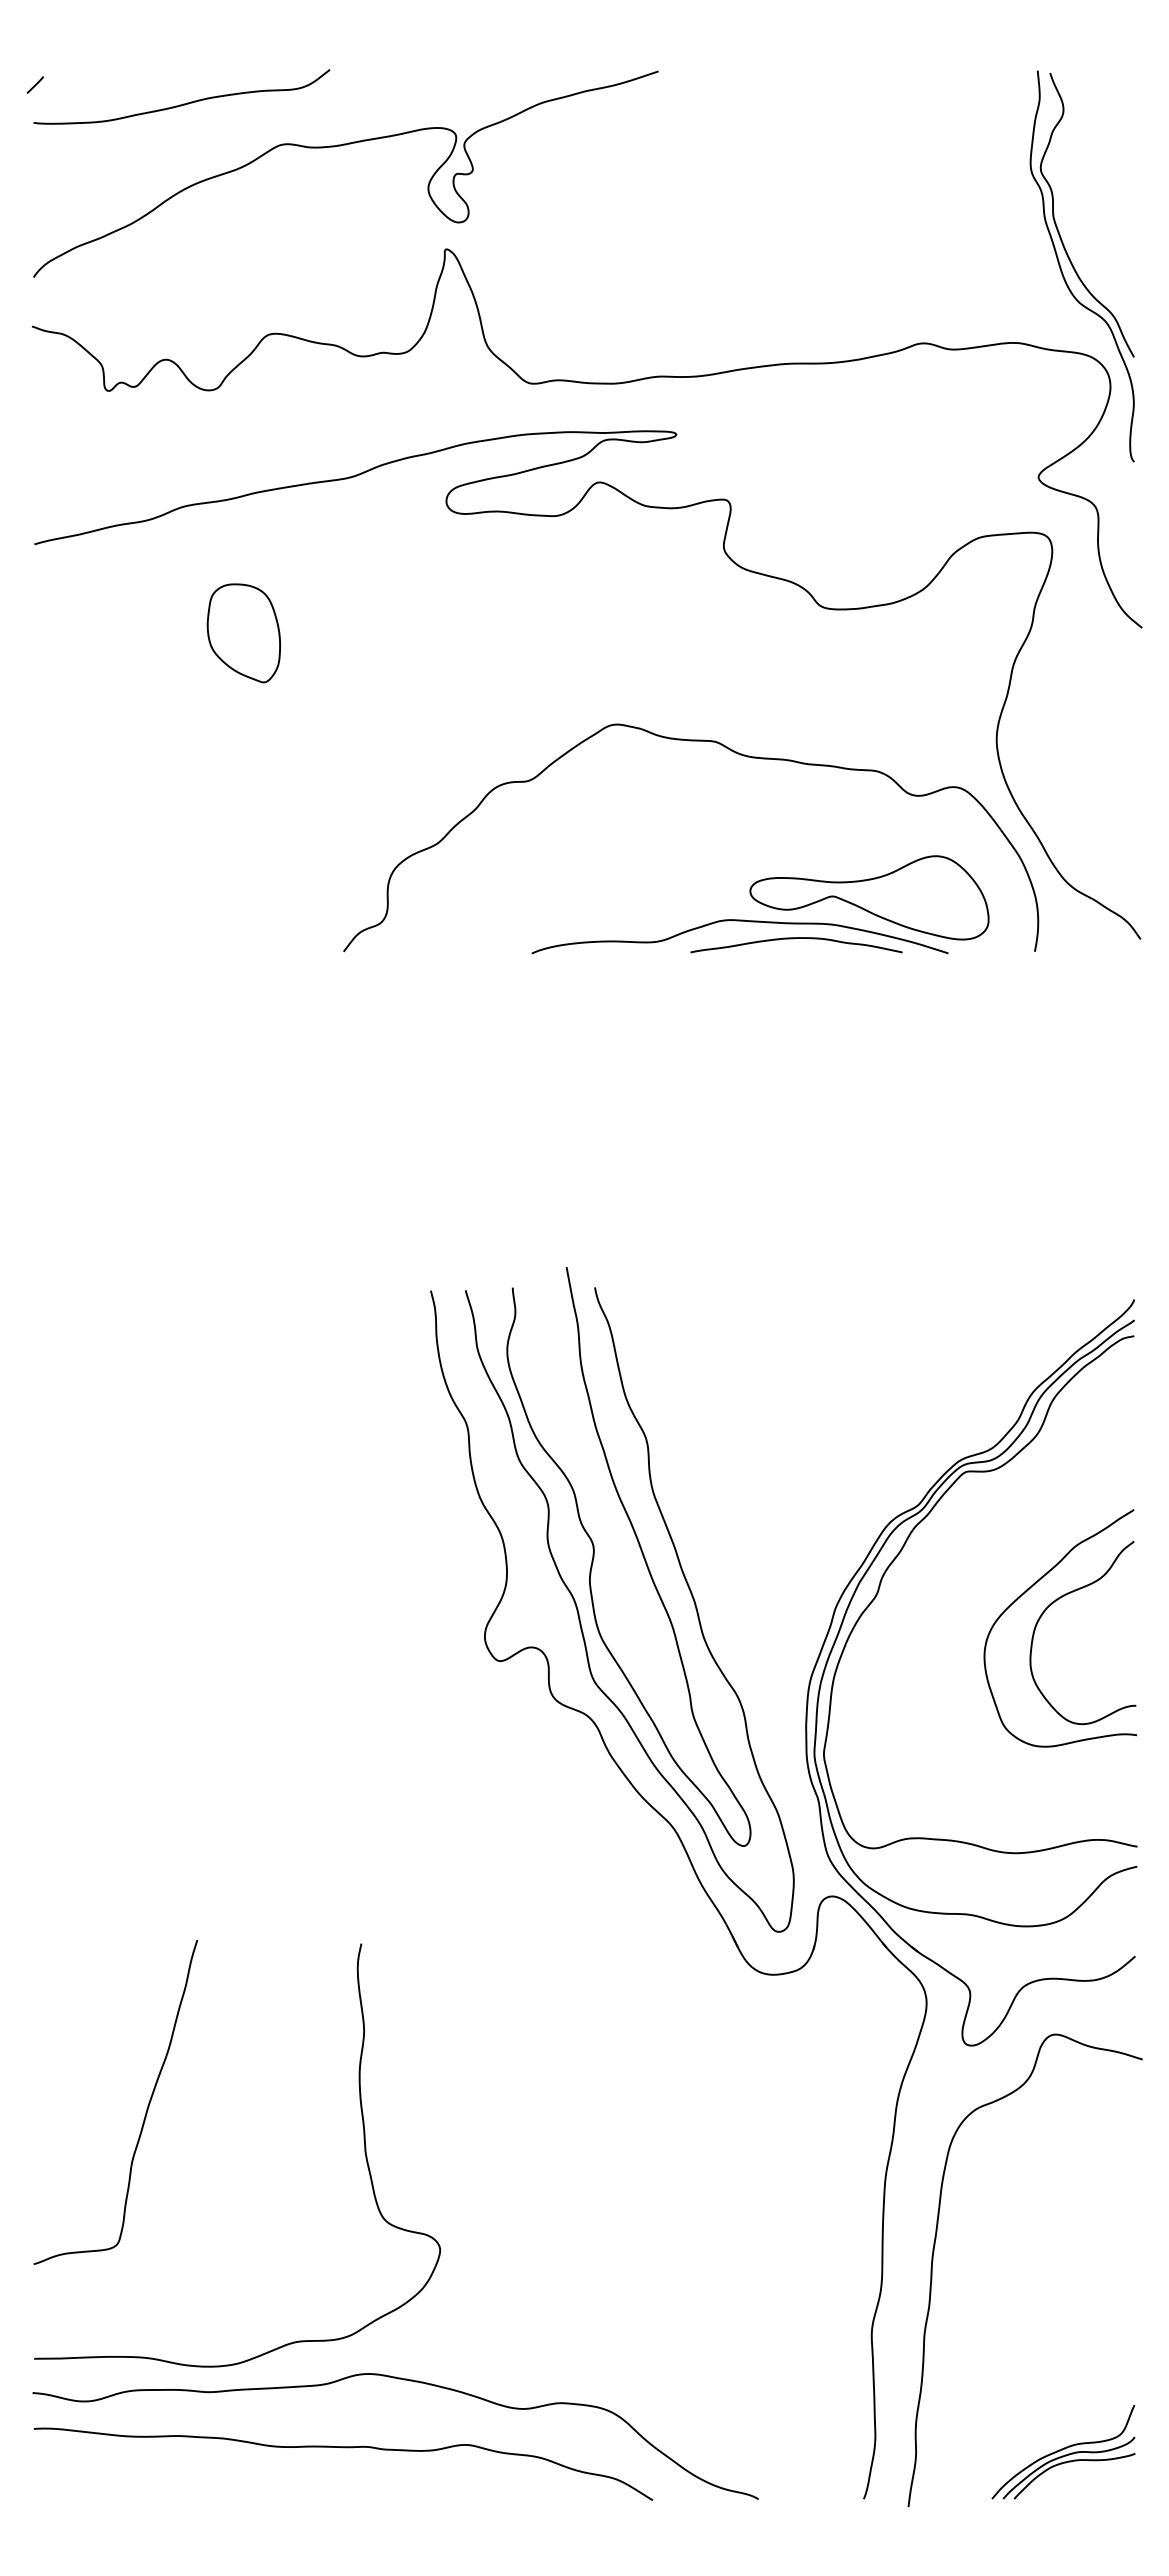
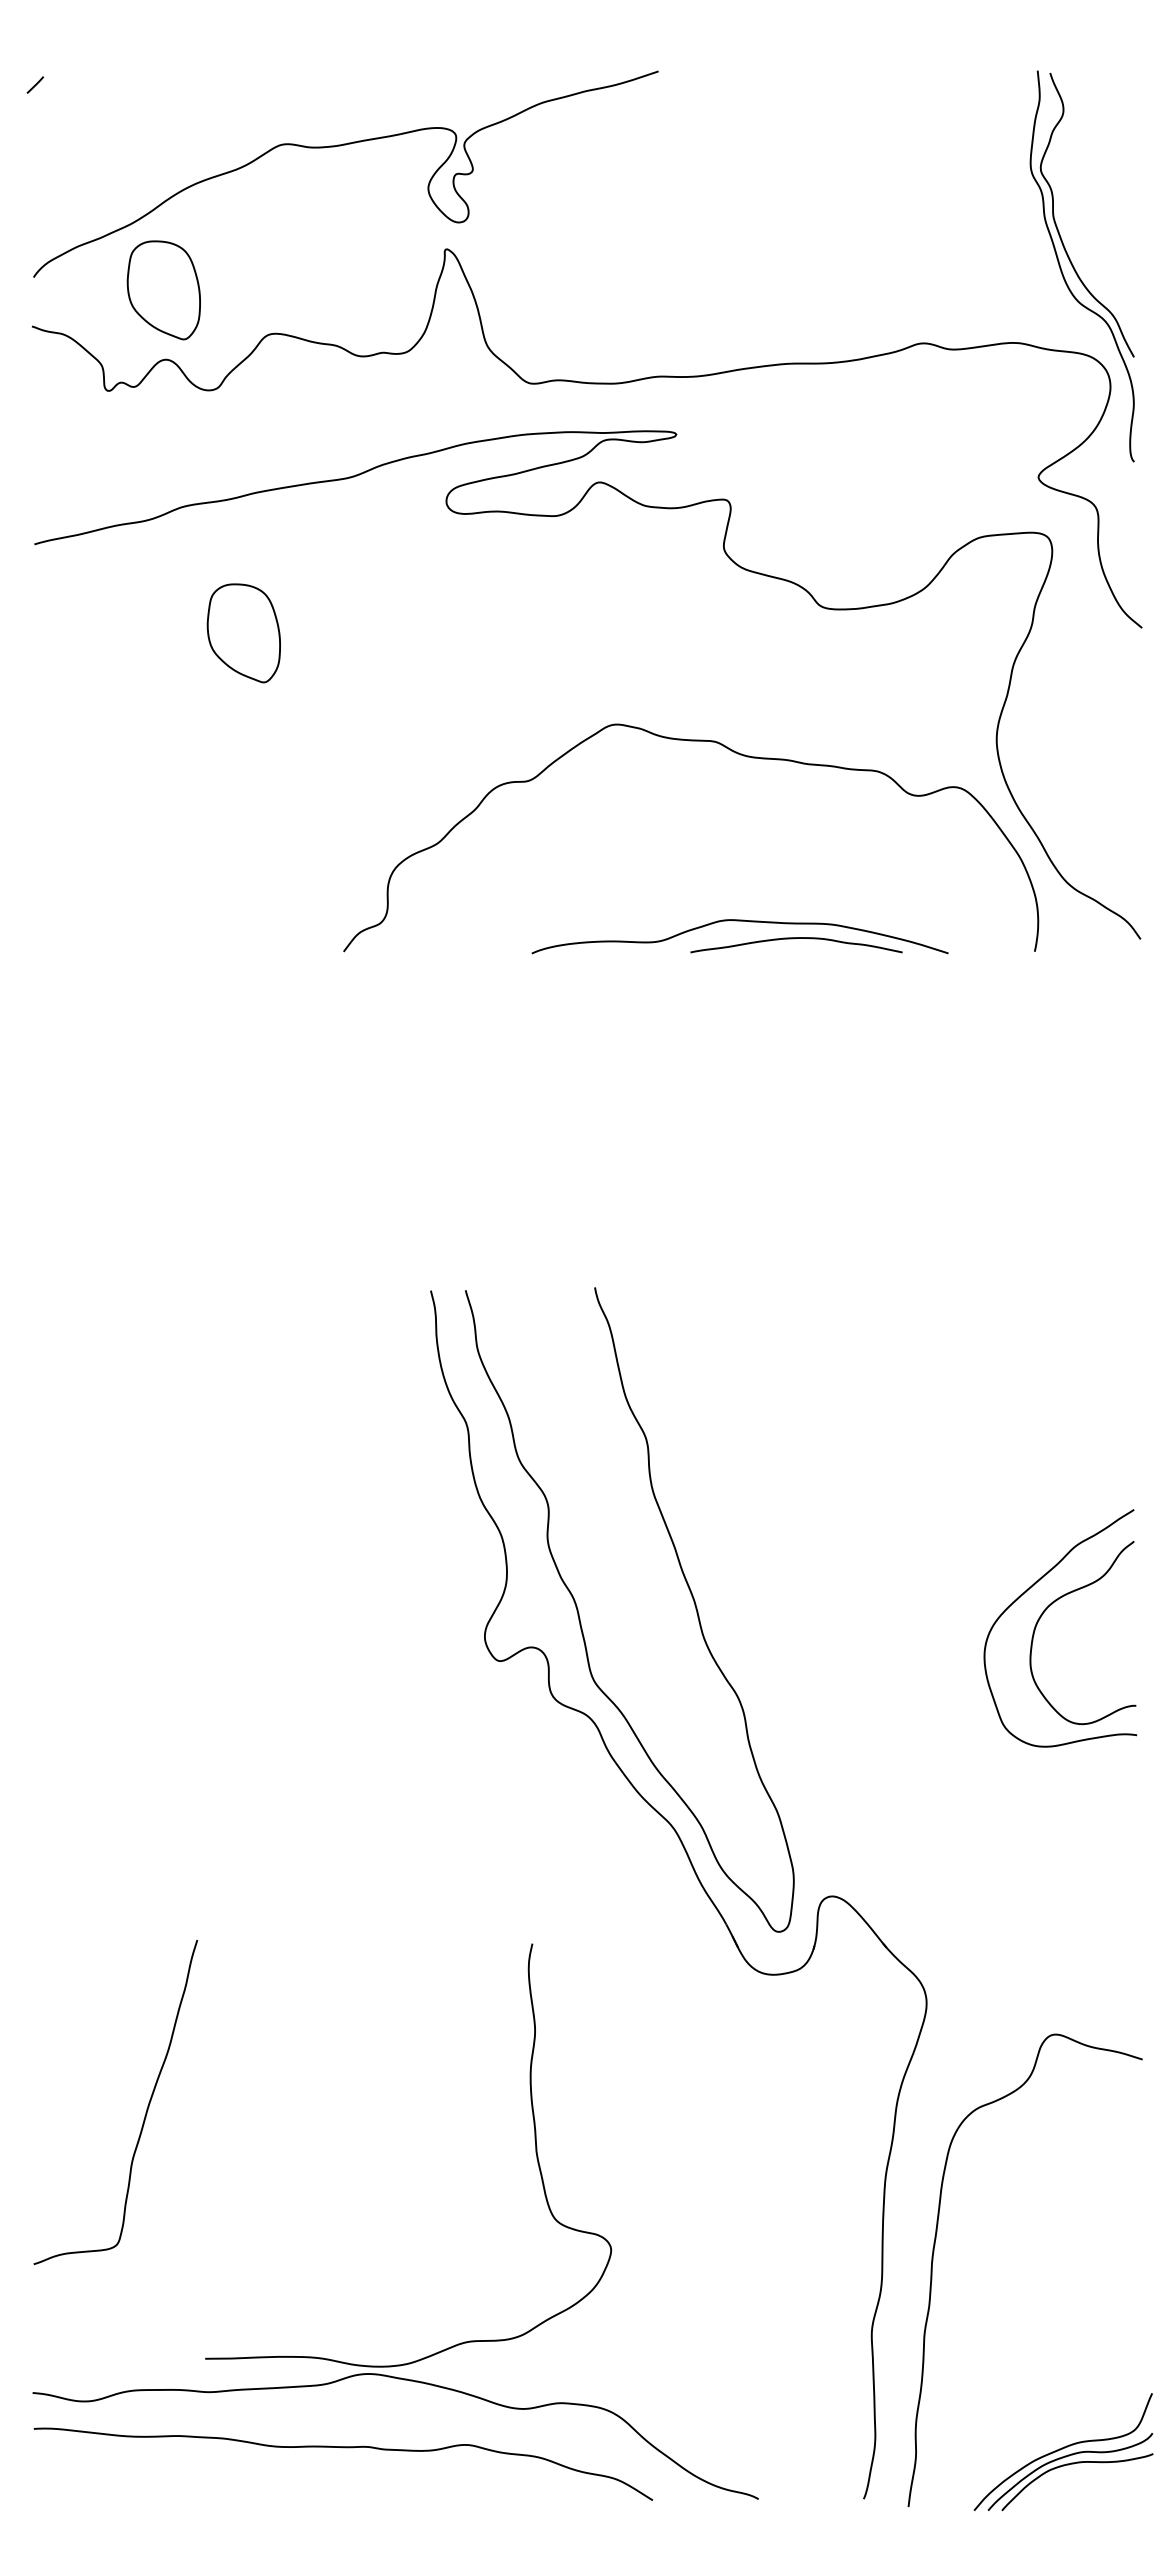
curve at (183, 103): present -> none
part at (163, 290): none -> present
part at (869, 897): present -> none
curve at (641, 1553): present -> none
part at (874, 1600): present -> none
curve at (363, 2140) position: (363, 2140) -> (534, 2140)
part at (1063, 2452) size: 145x95 px -> 181x119 px
